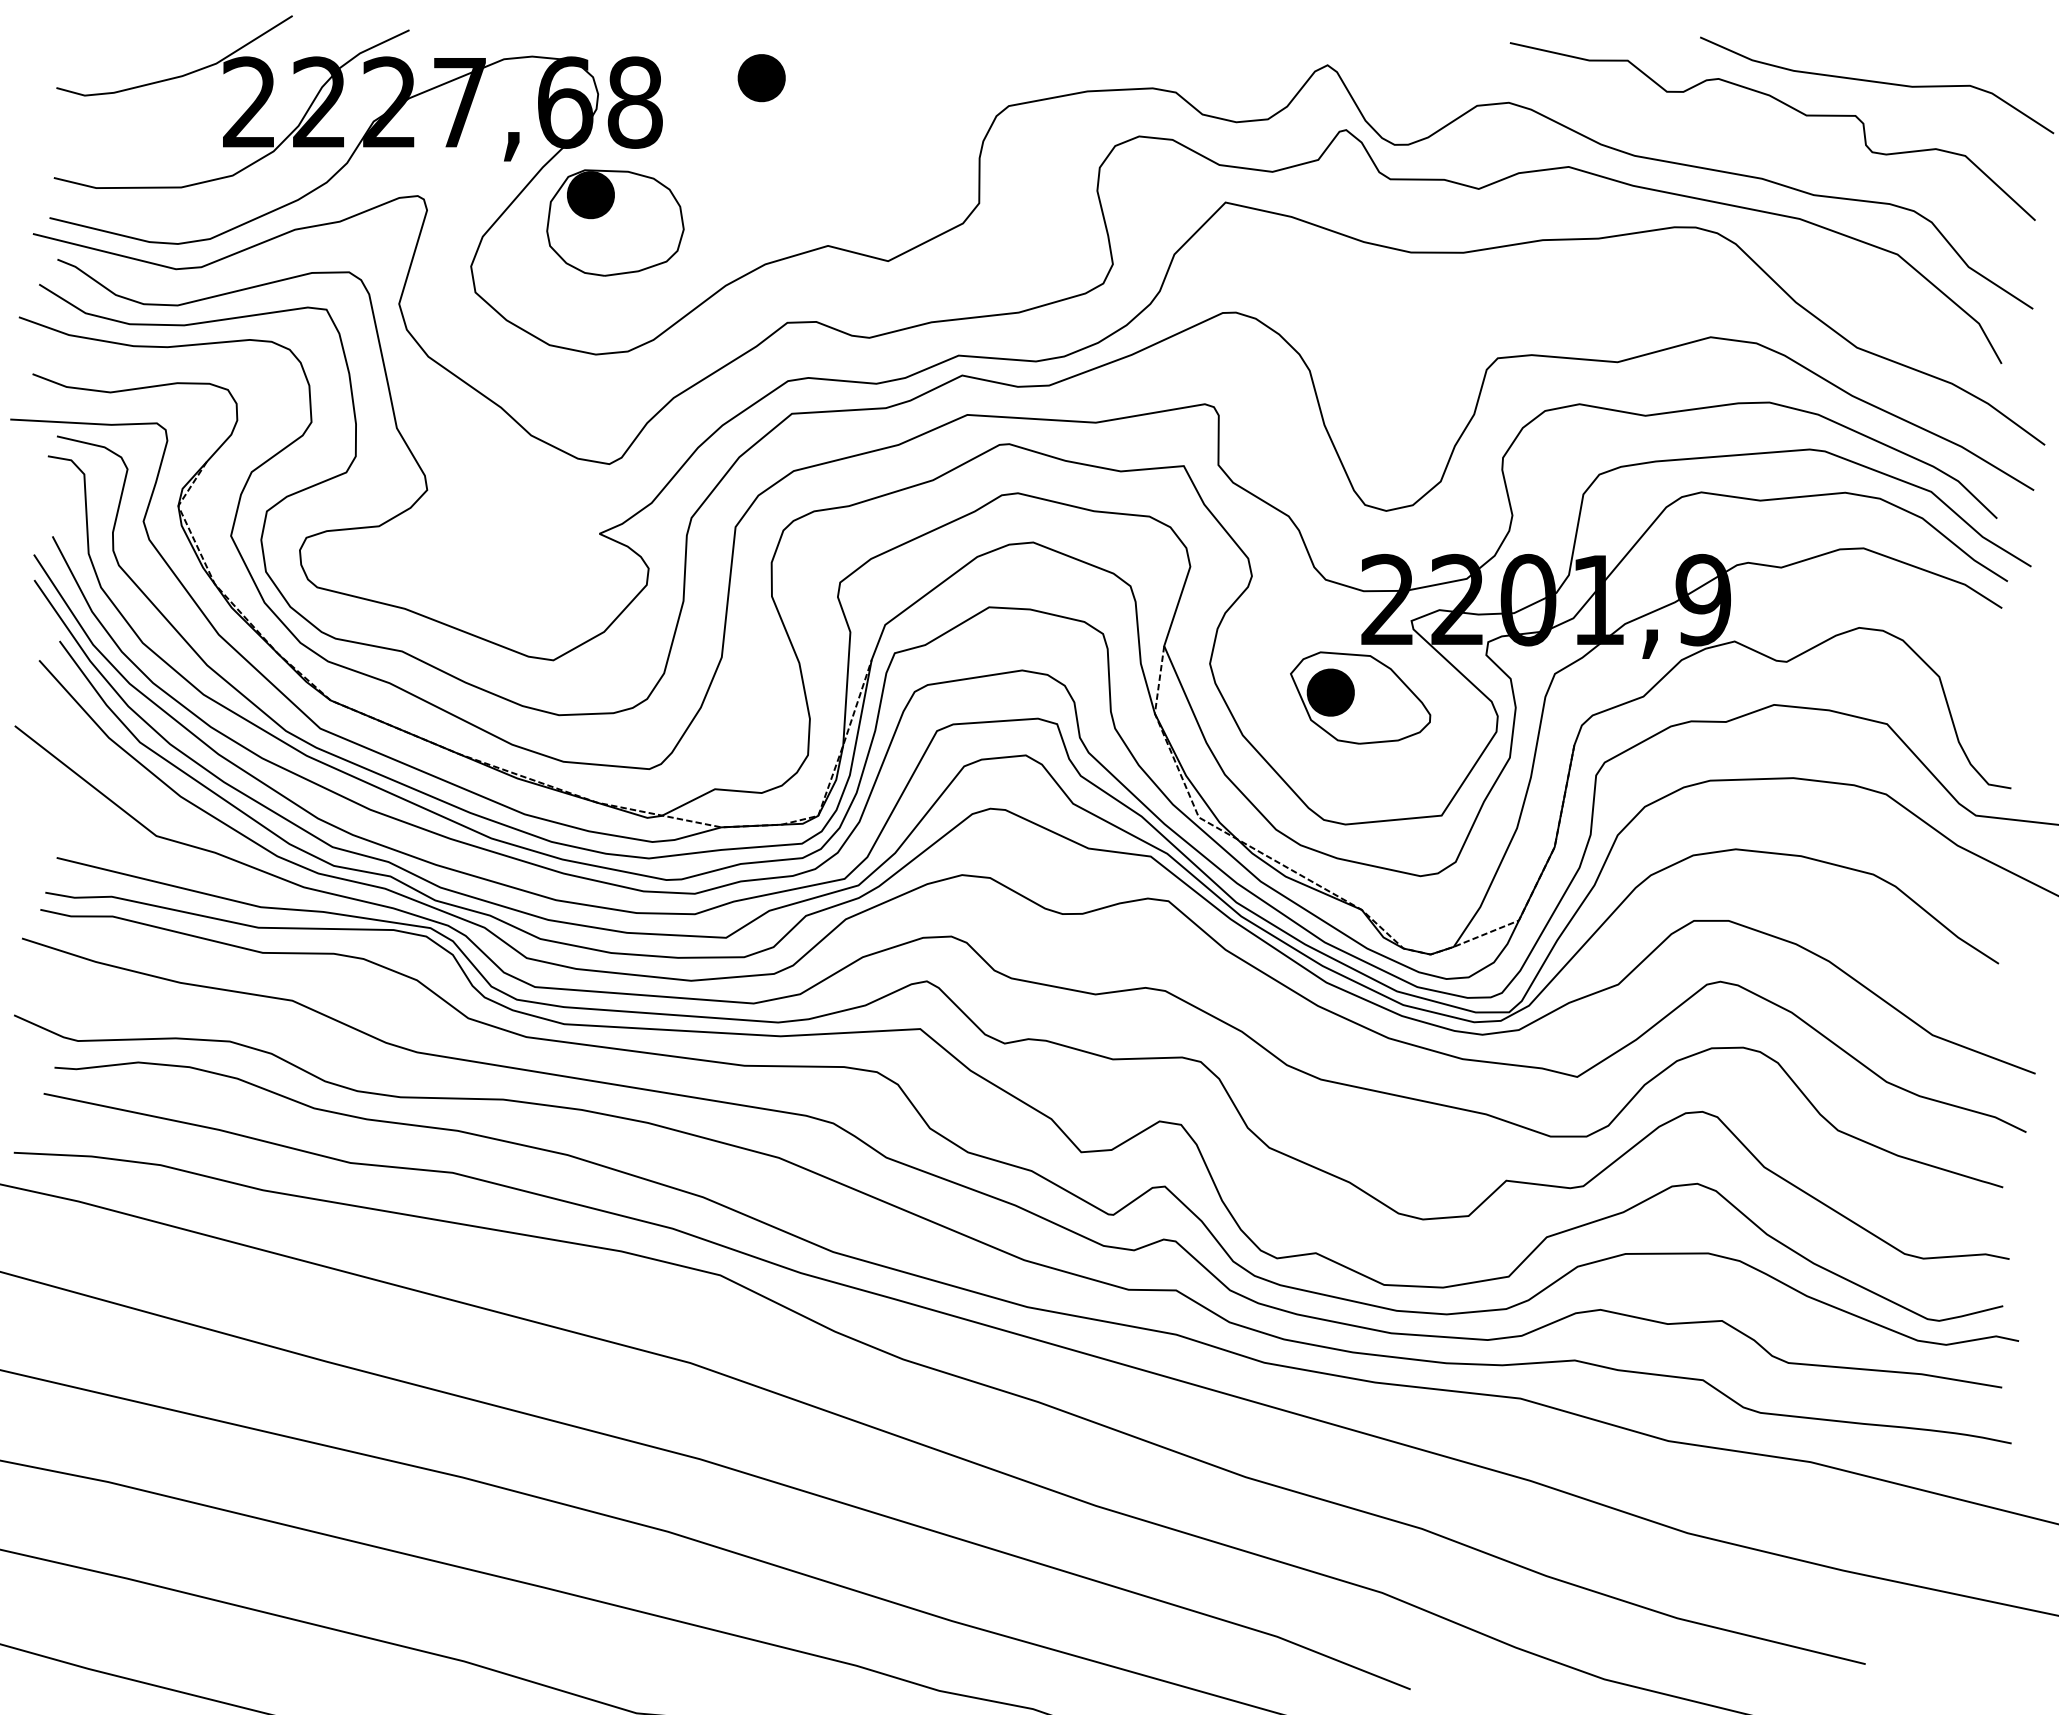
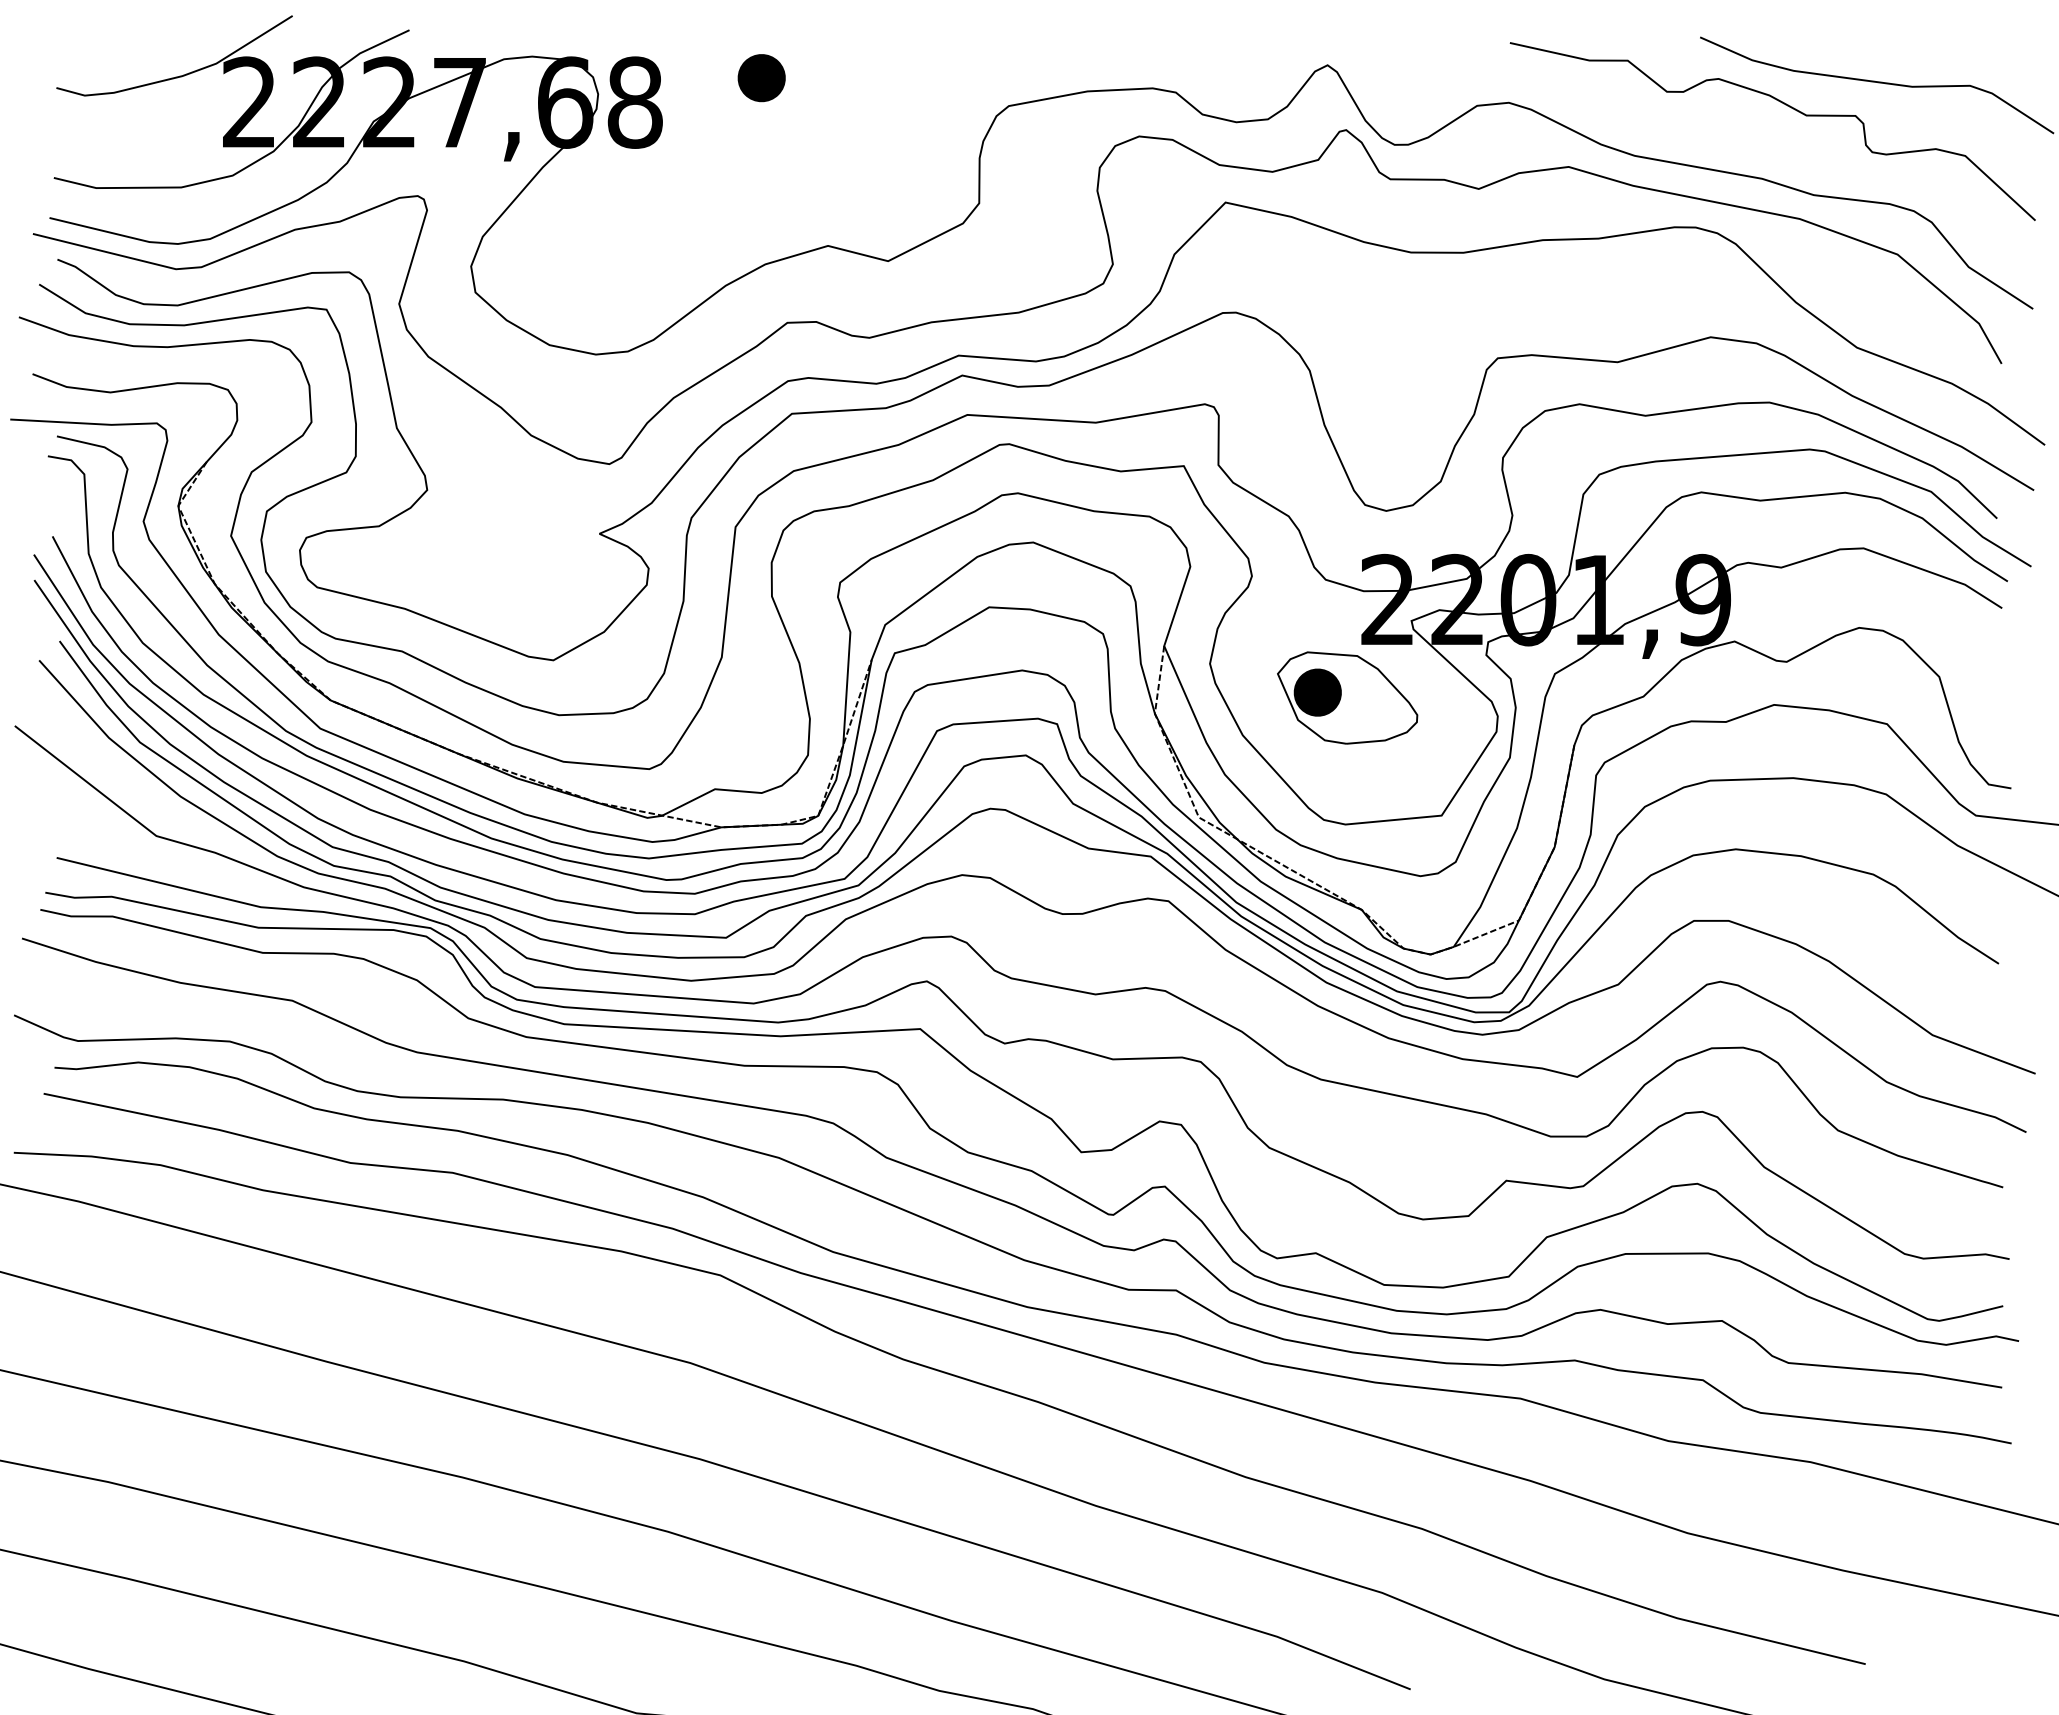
part at (615, 222): present -> none
part at (1360, 697) position: (1360, 697) -> (1347, 697)
